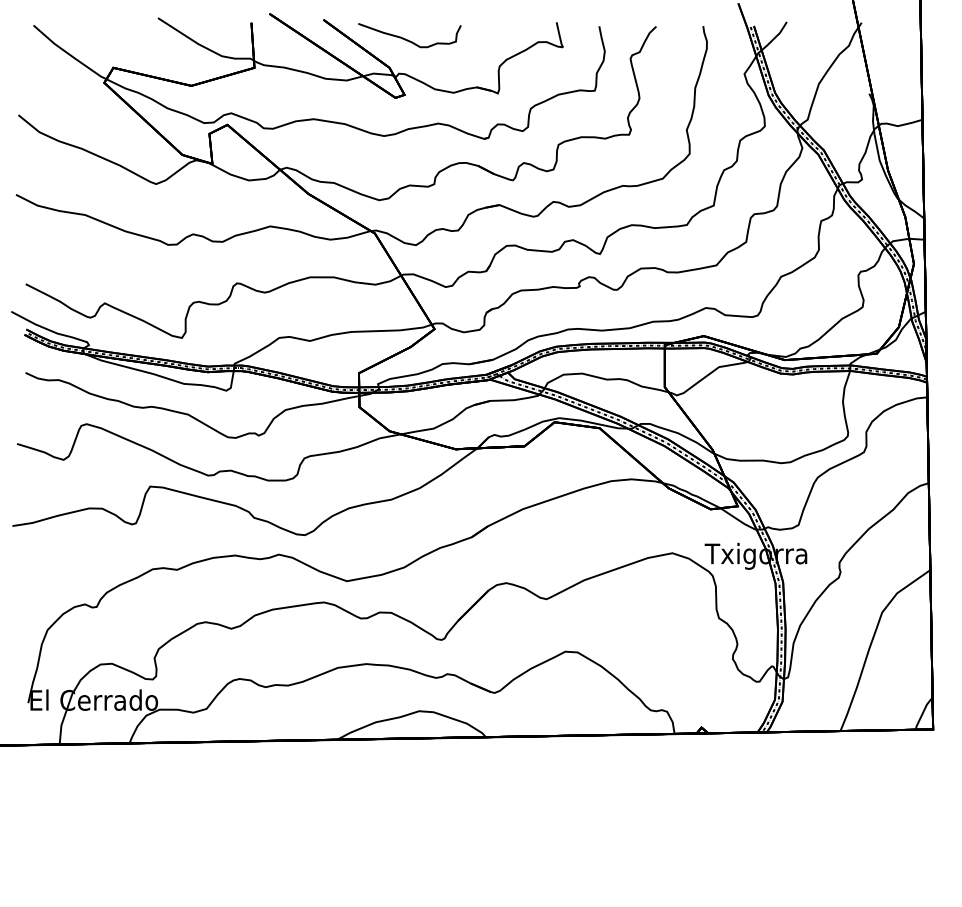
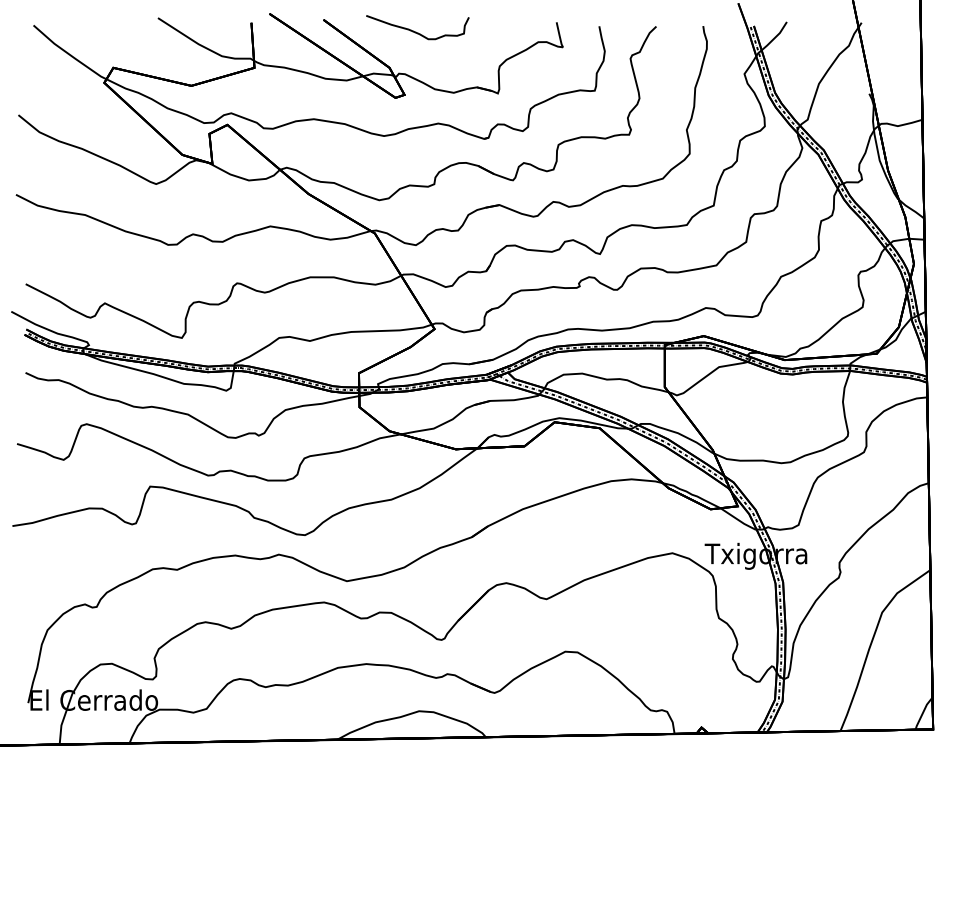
curve at (408, 39) position: (408, 39) -> (416, 31)
